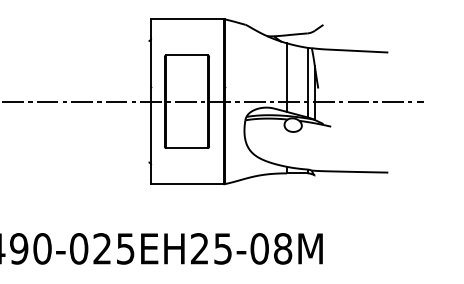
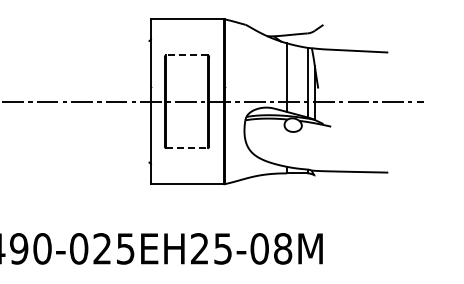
line at (187, 55): solid -> dashed
line at (187, 148): solid -> dashed
